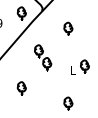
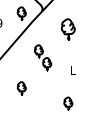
part at (68, 28) size: 11x15 px -> 16x23 px
part at (84, 66): present -> none
